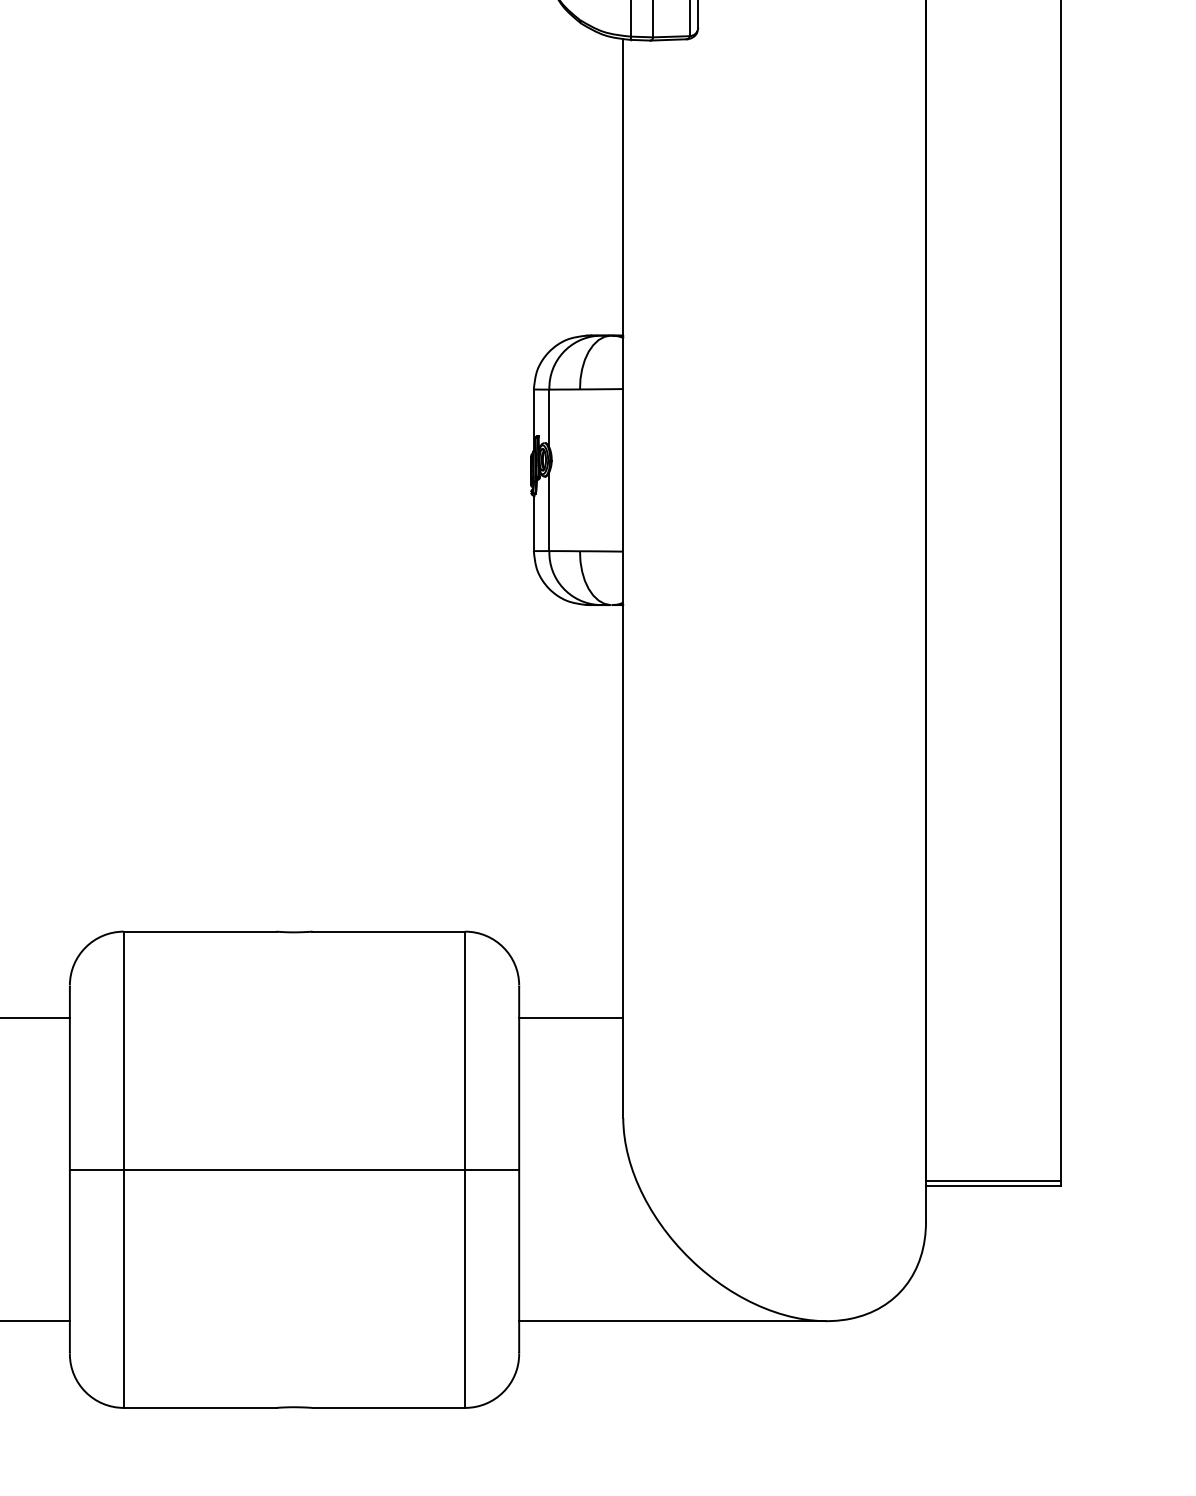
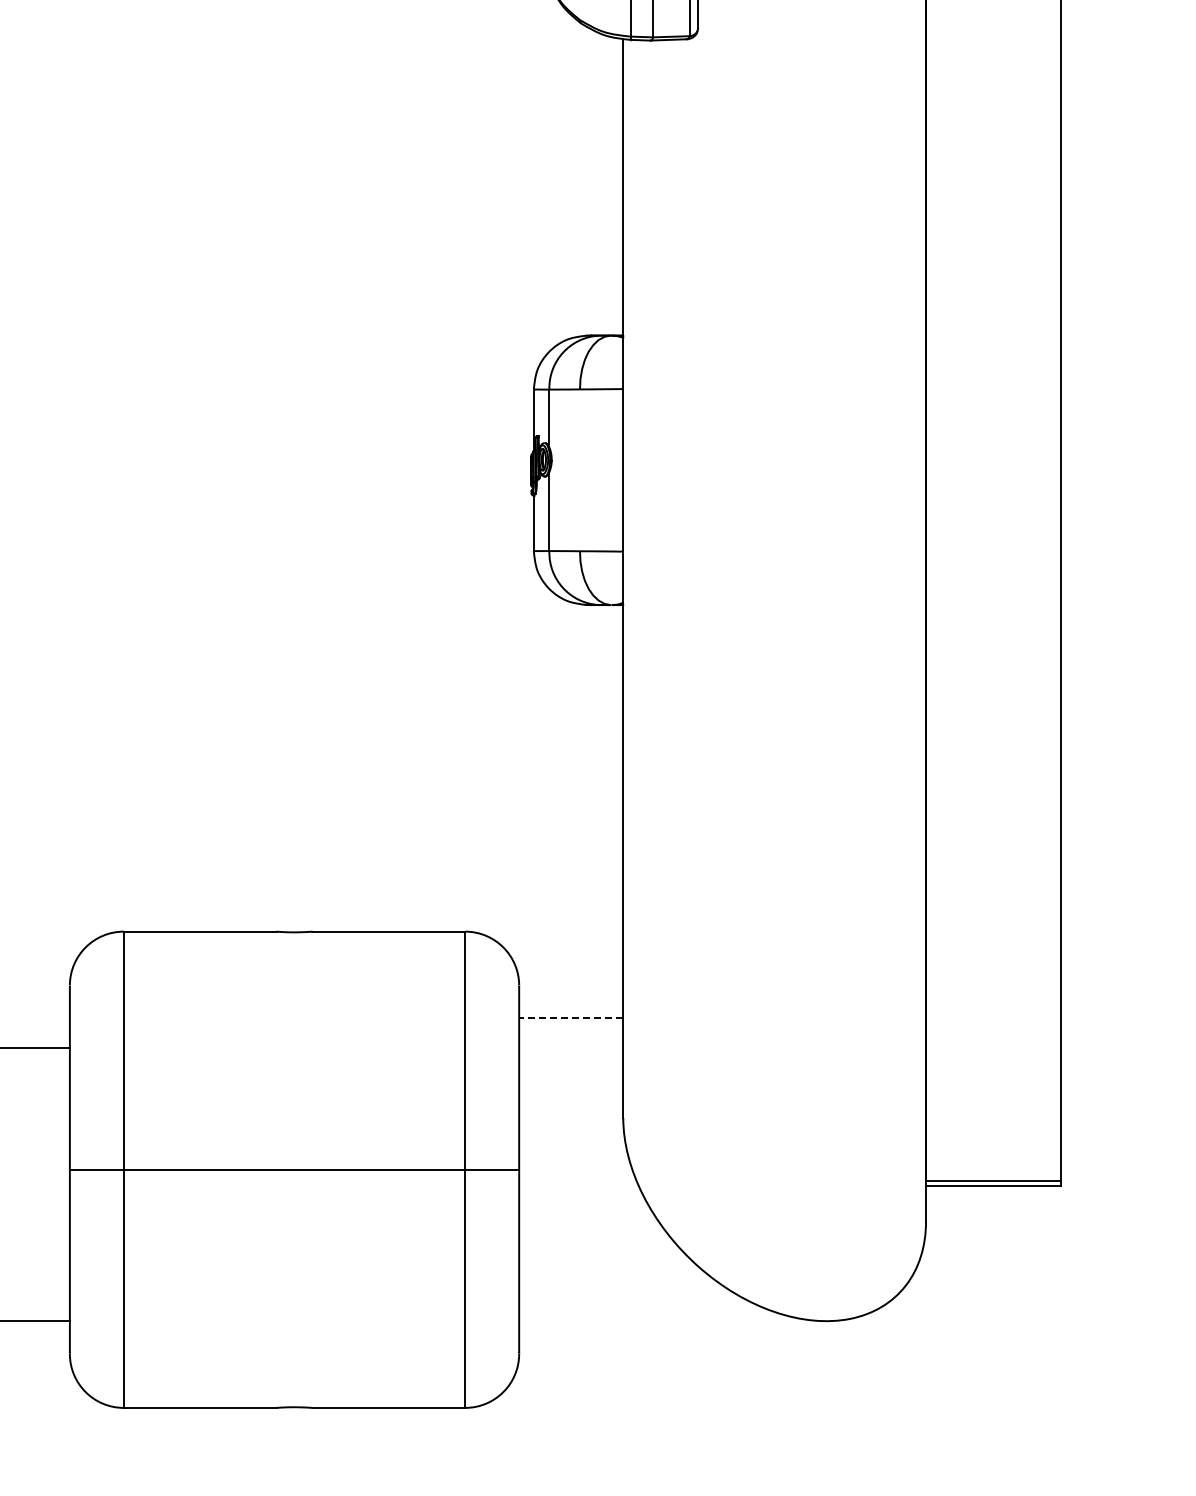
line at (35, 1018) position: (35, 1018) -> (35, 1048)
line at (570, 1018): solid -> dashed
line at (672, 1321): present -> none
